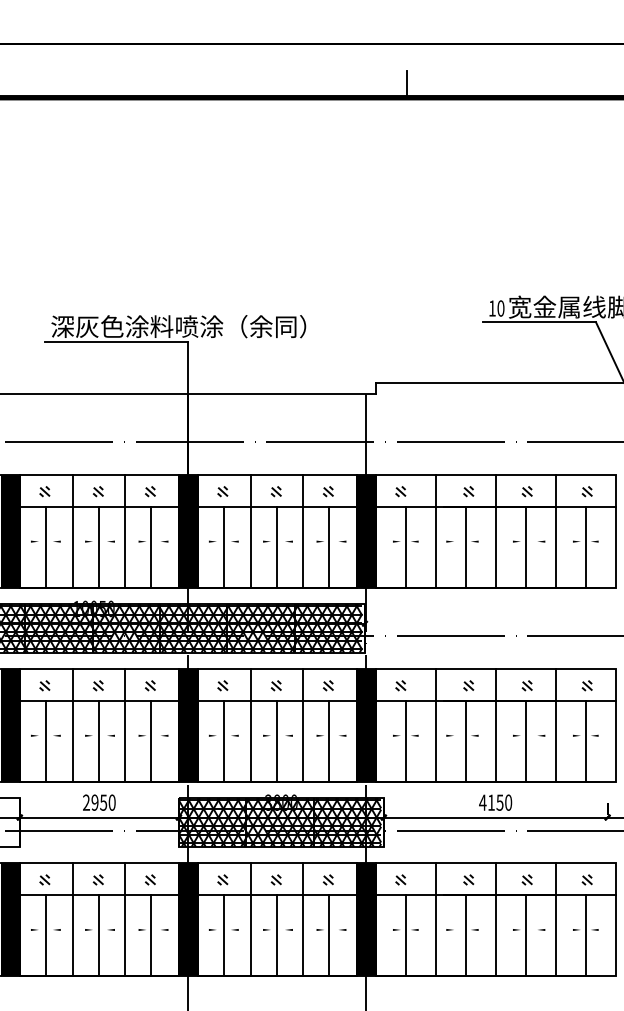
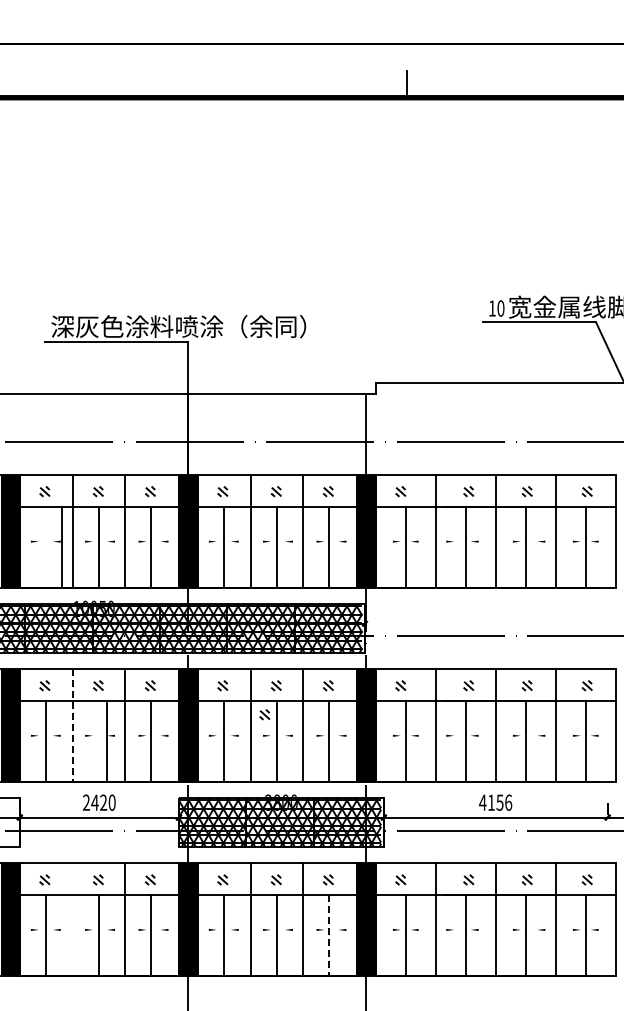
line at (45, 547) position: (45, 547) -> (61, 547)
part at (264, 714): none -> present
line at (73, 725): solid -> dashed
line at (99, 741) position: (99, 741) -> (107, 741)
text at (99, 802): 2950 -> 2420
text at (508, 802): 4150 -> 4156
line at (73, 919): present -> none
line at (329, 936): solid -> dashed
